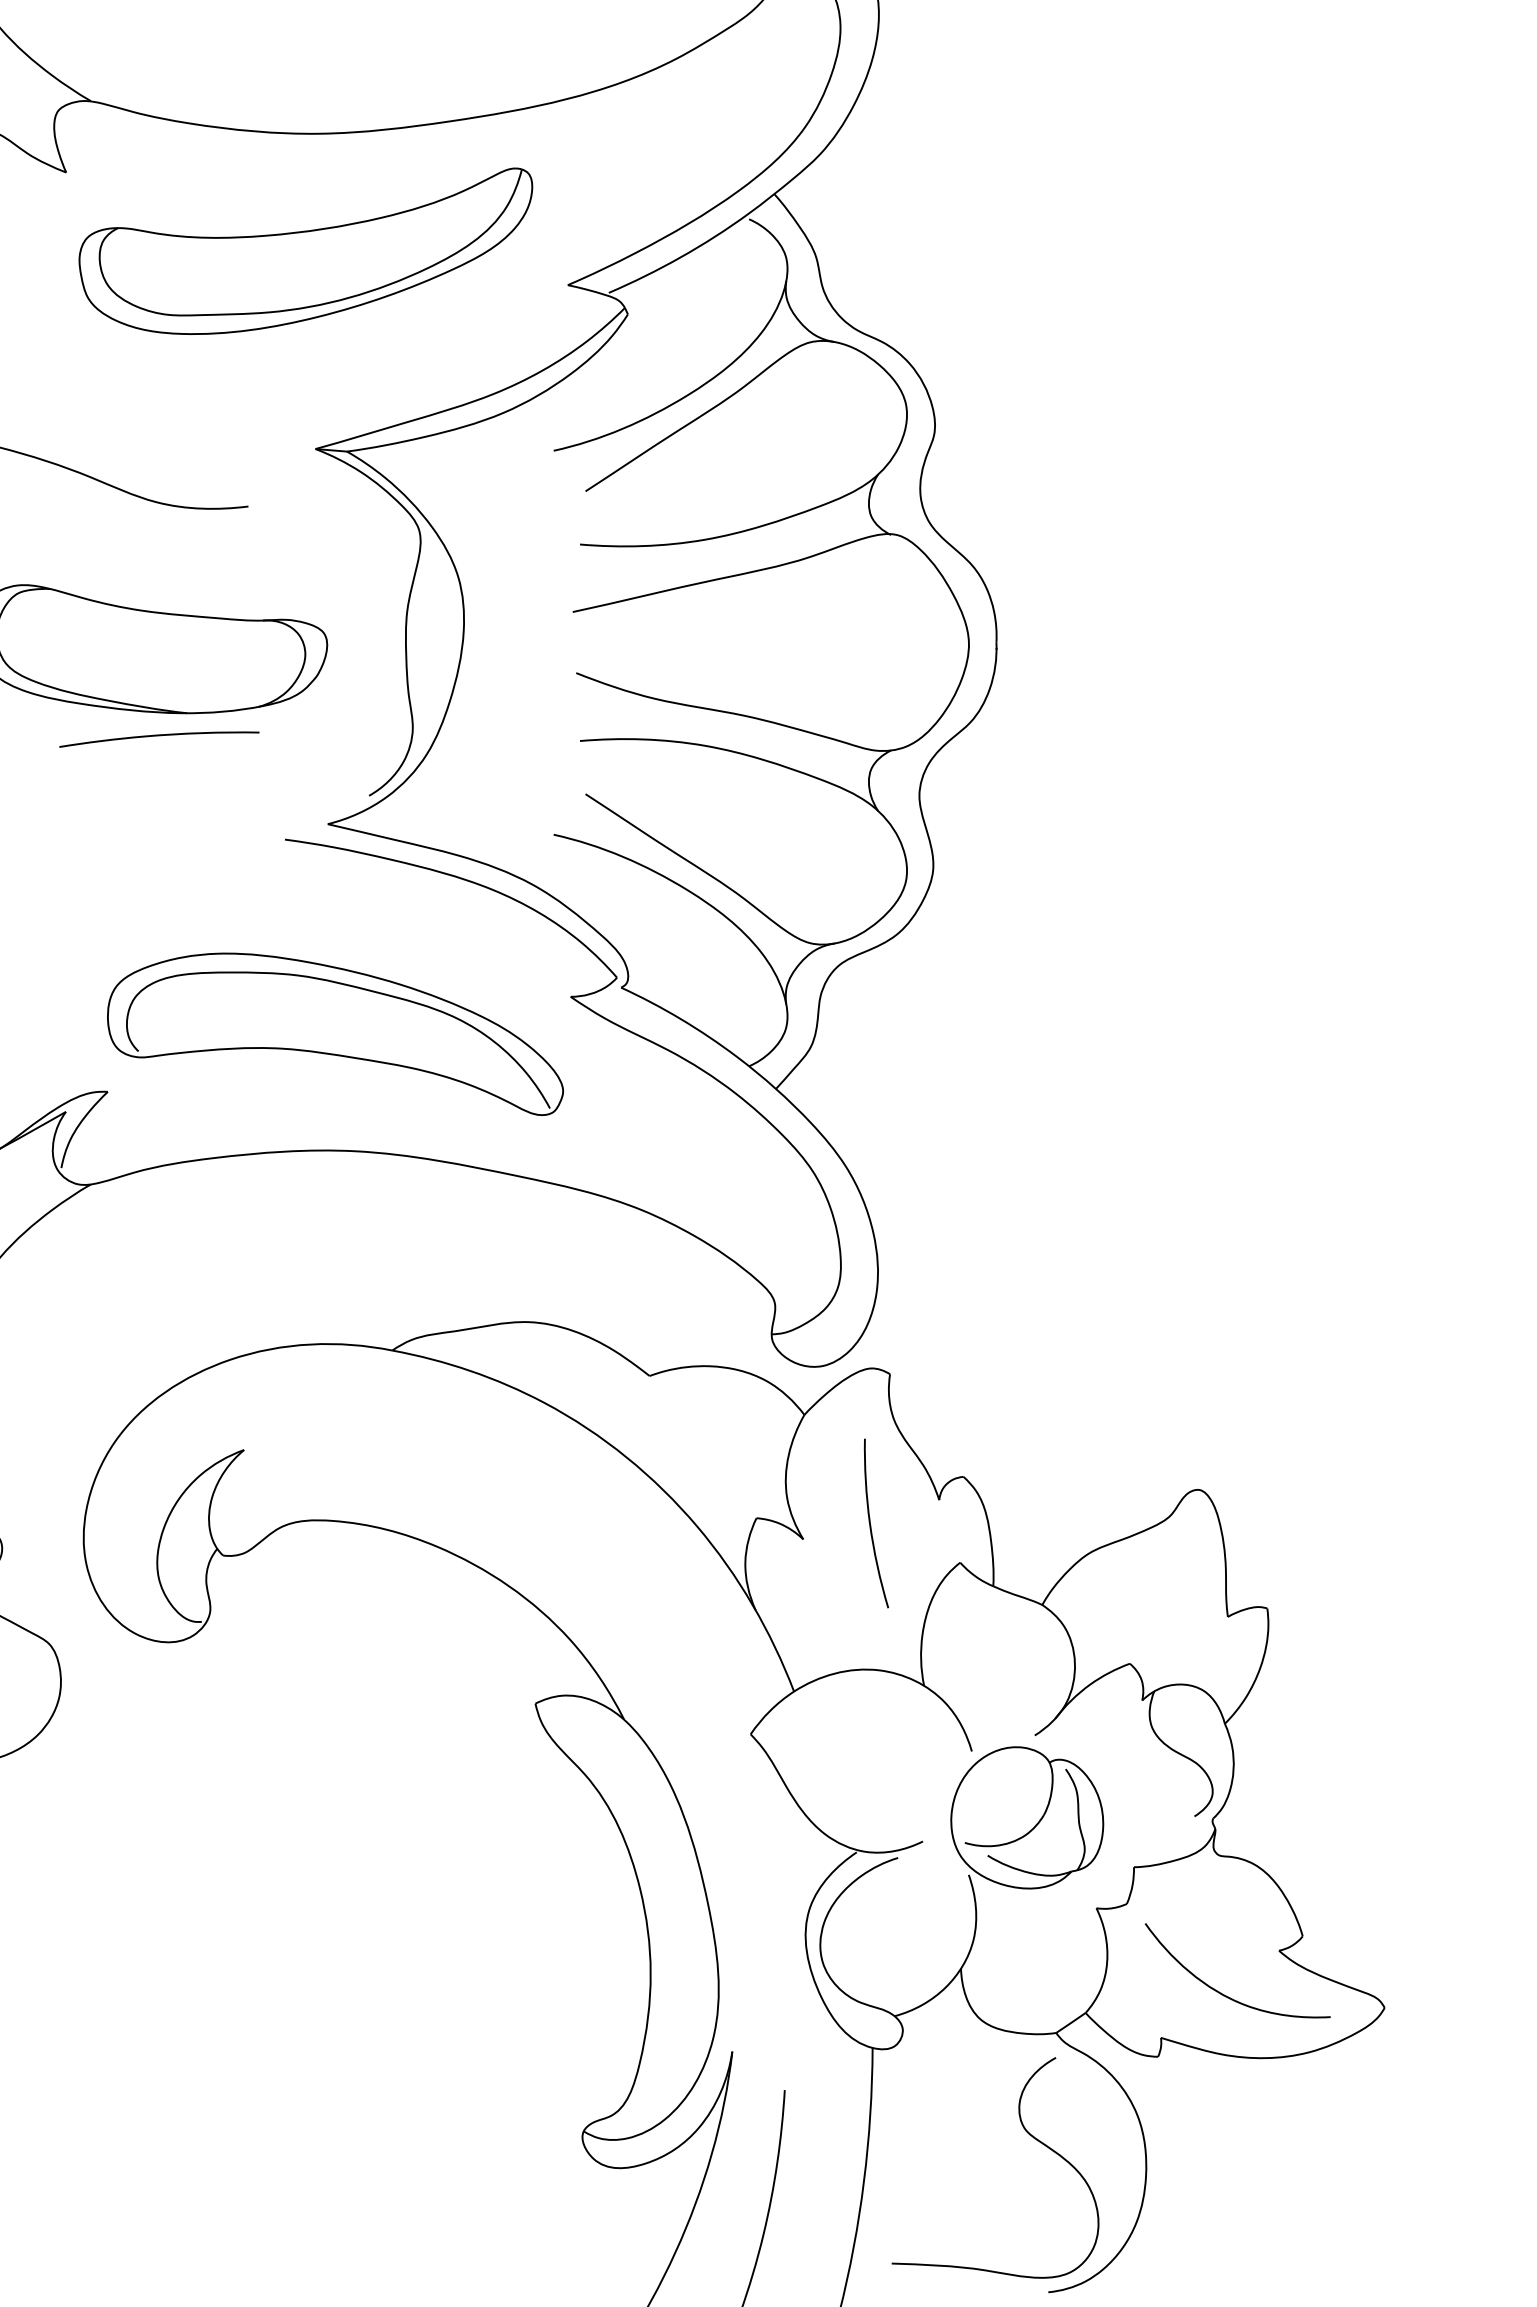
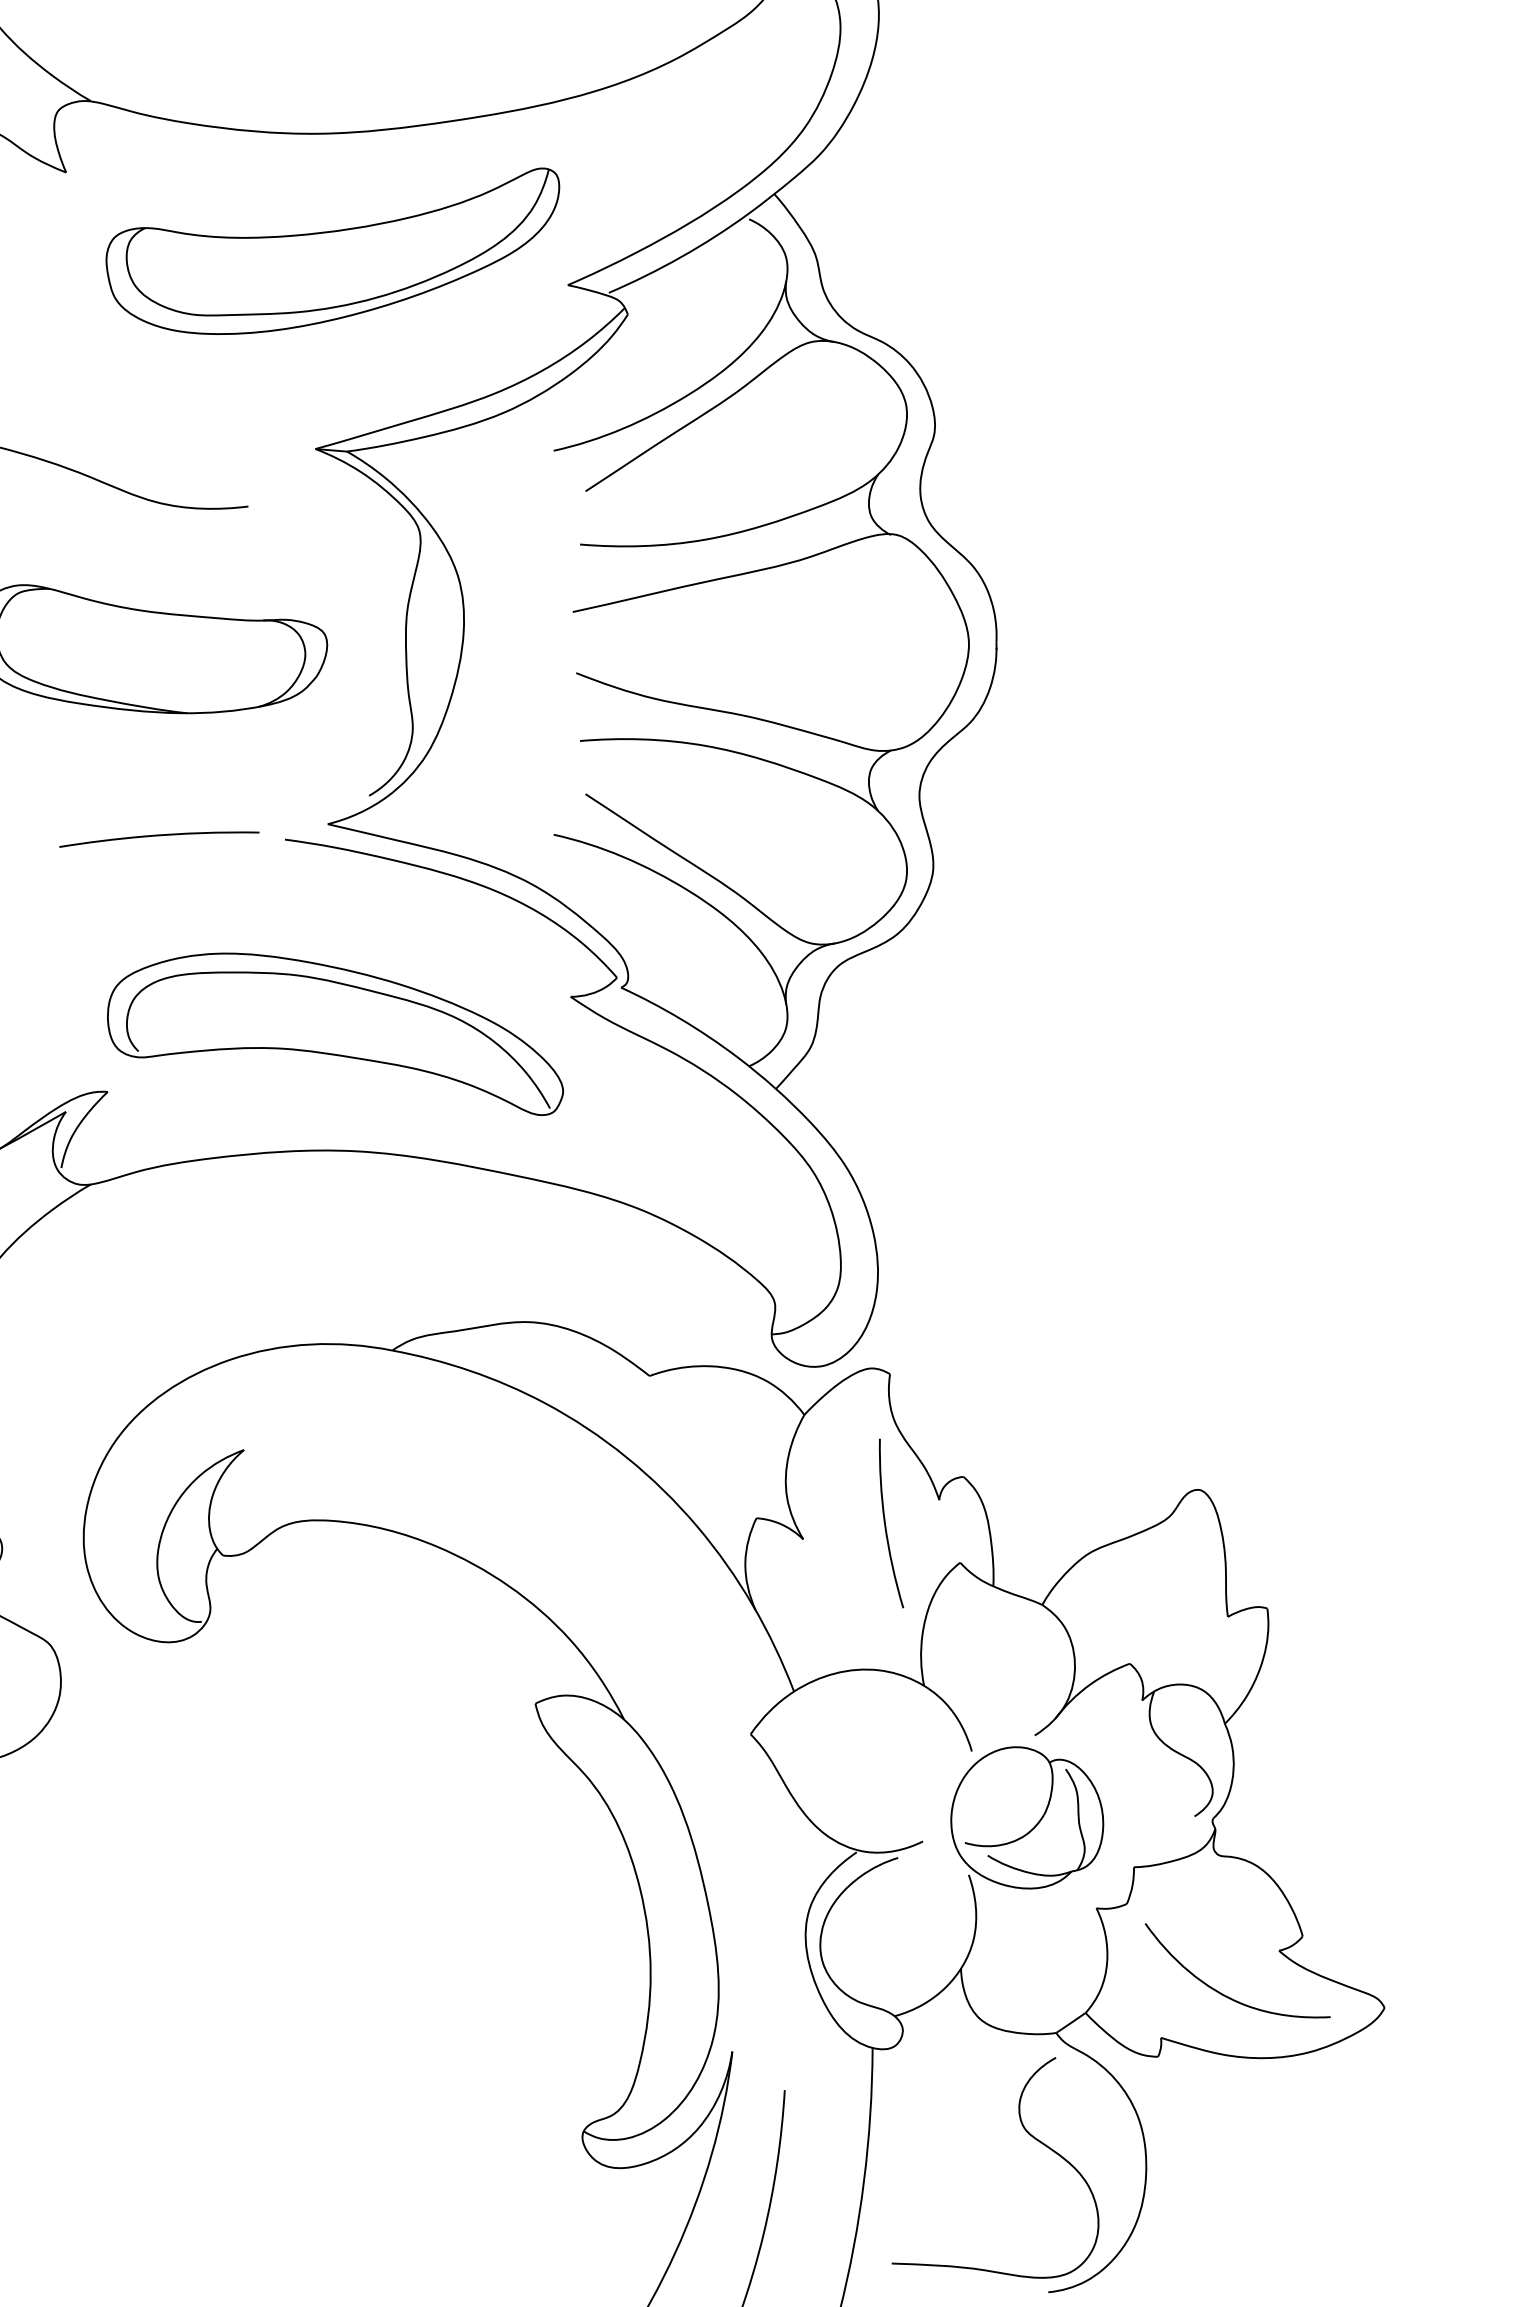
part at (305, 250) position: (305, 250) -> (332, 250)
curve at (159, 736) position: (159, 736) -> (159, 836)
curve at (871, 1525) position: (871, 1525) -> (886, 1525)
